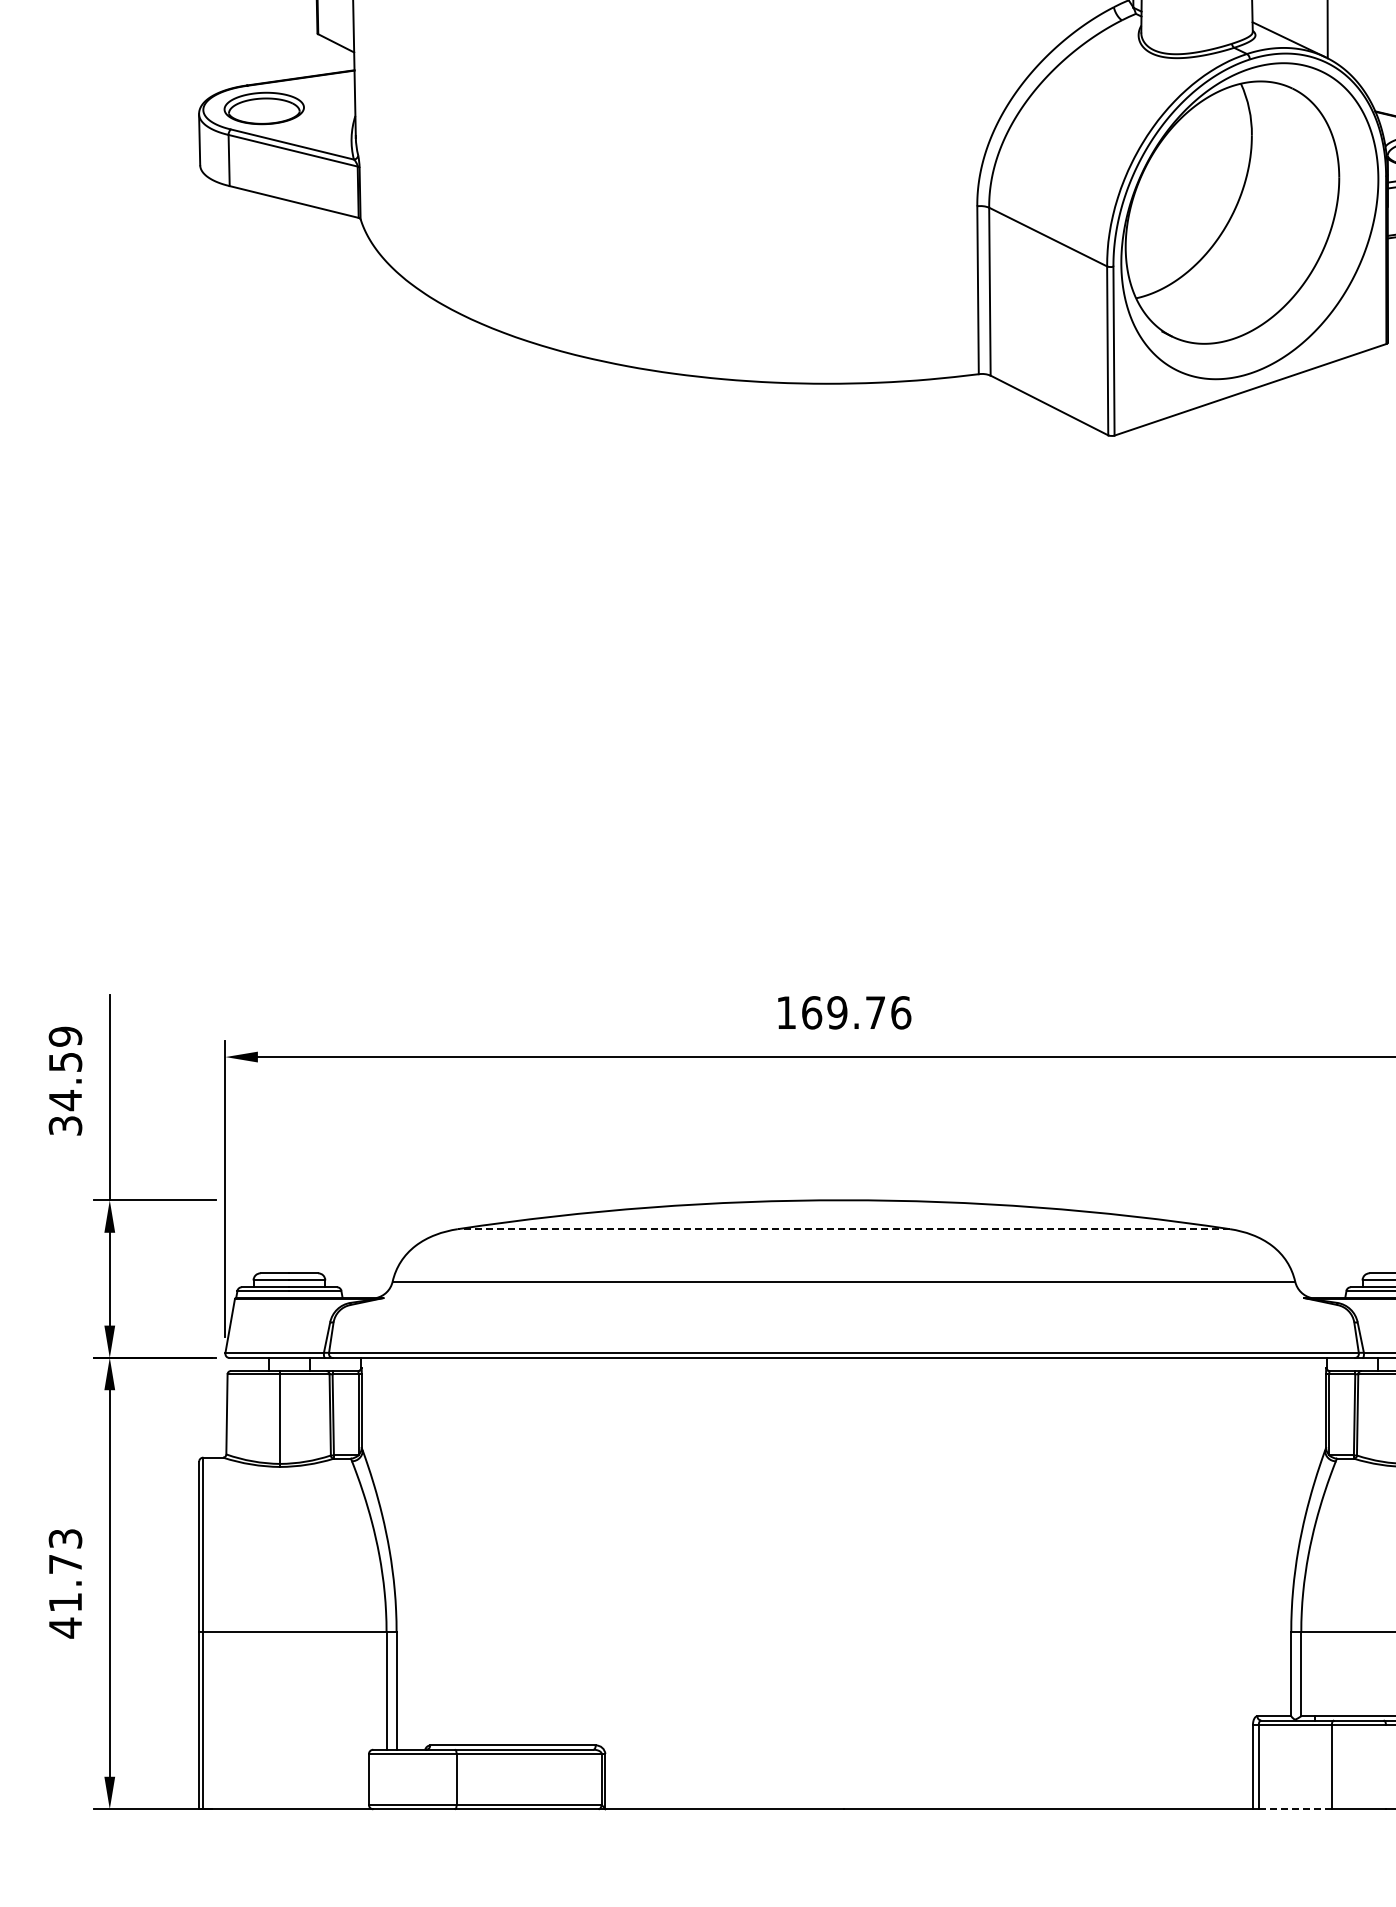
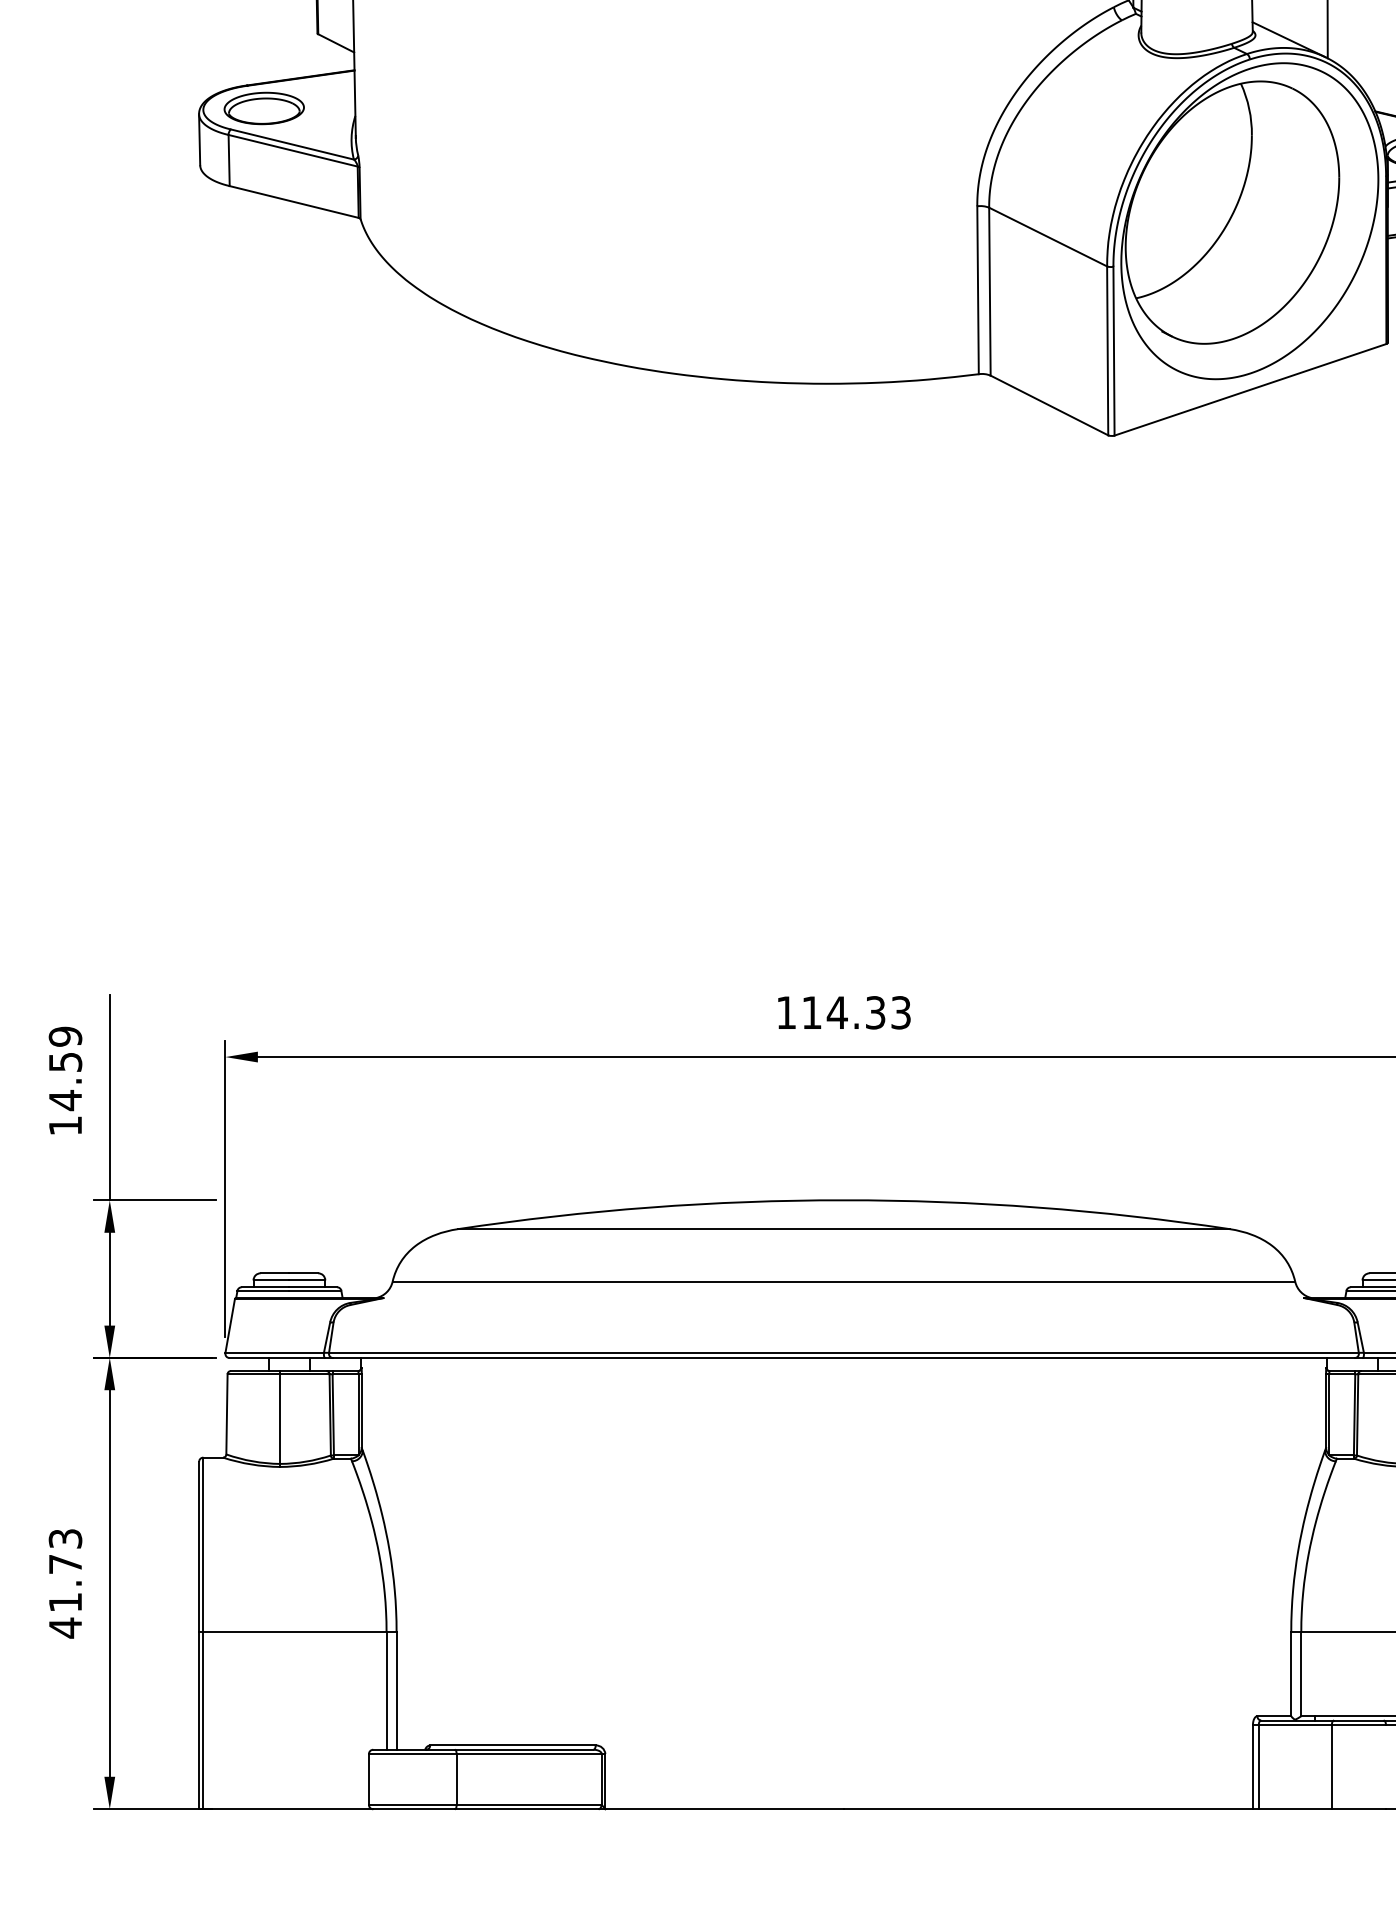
text at (856, 1012): 169.76 -> 114.33
text at (65, 1125): 34.59 -> 14.59
line at (843, 1229): dashed -> solid
line at (1295, 1809): dashed -> solid
